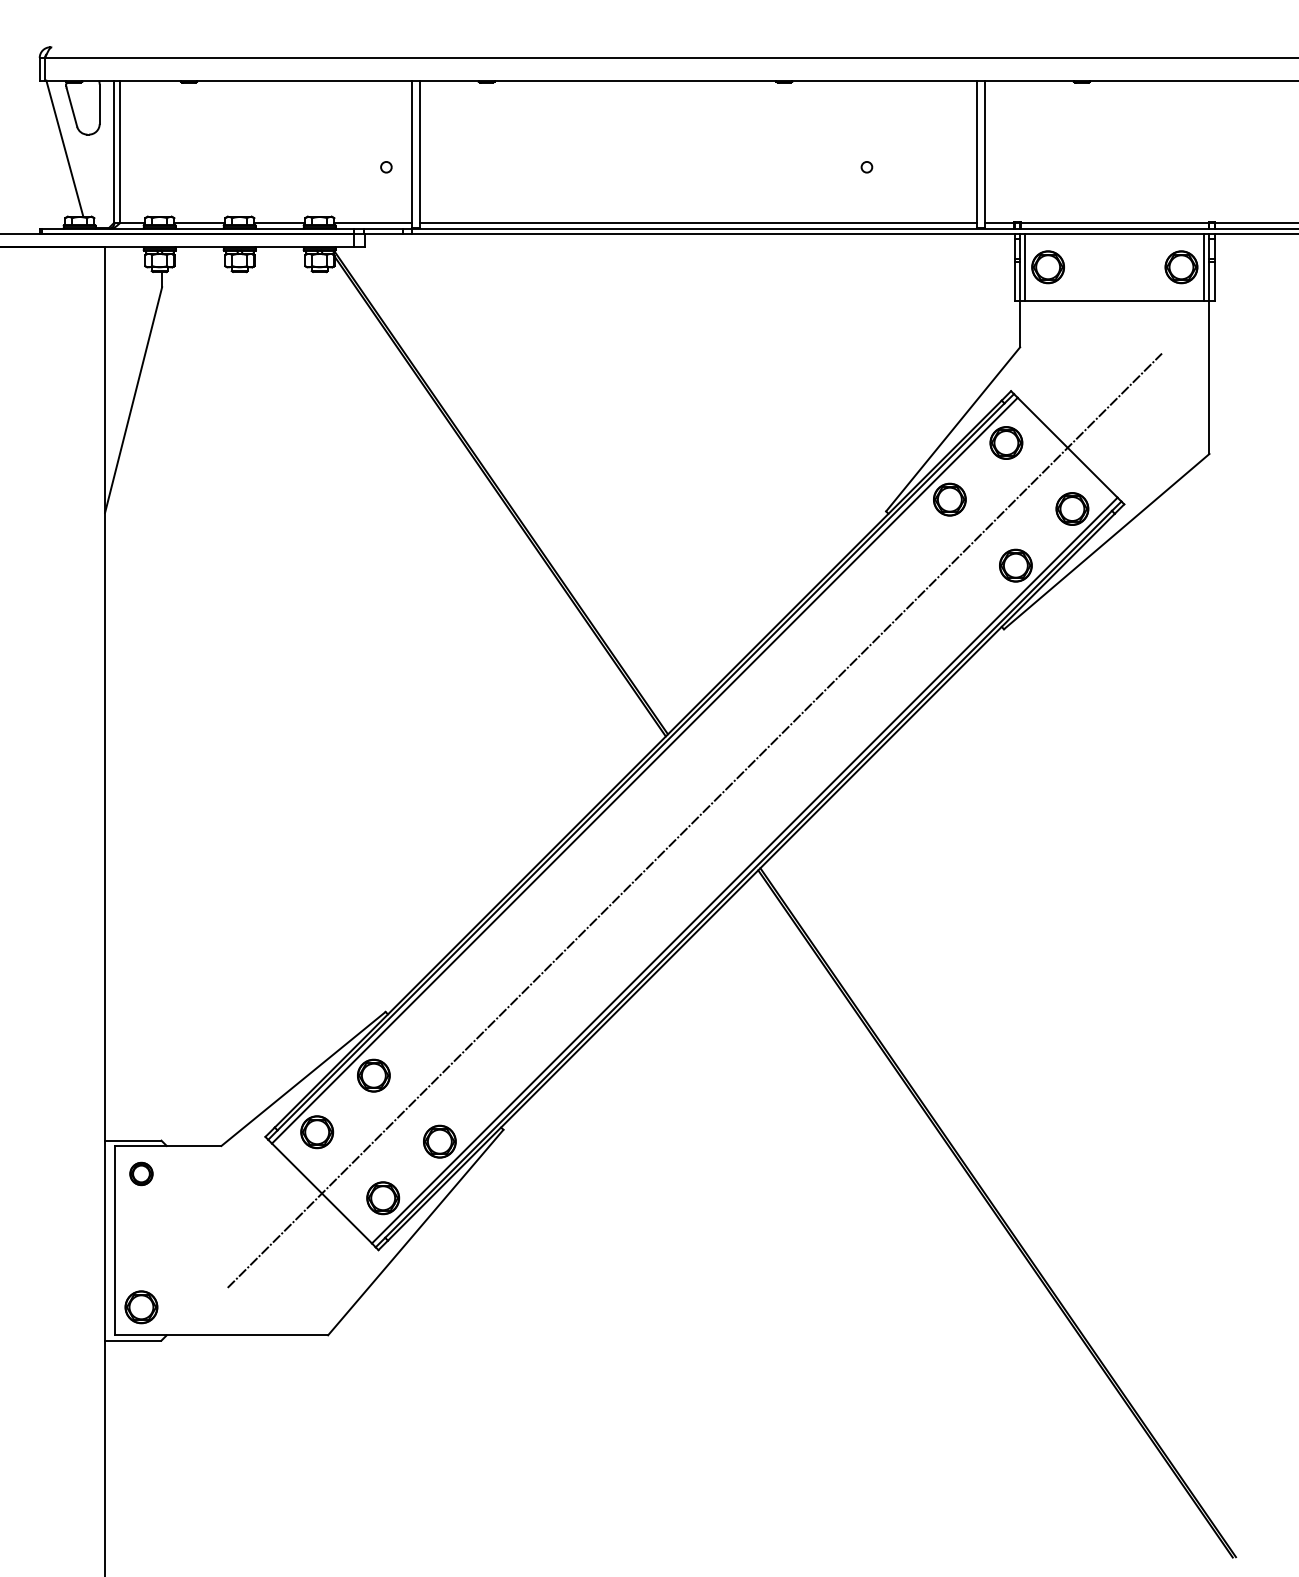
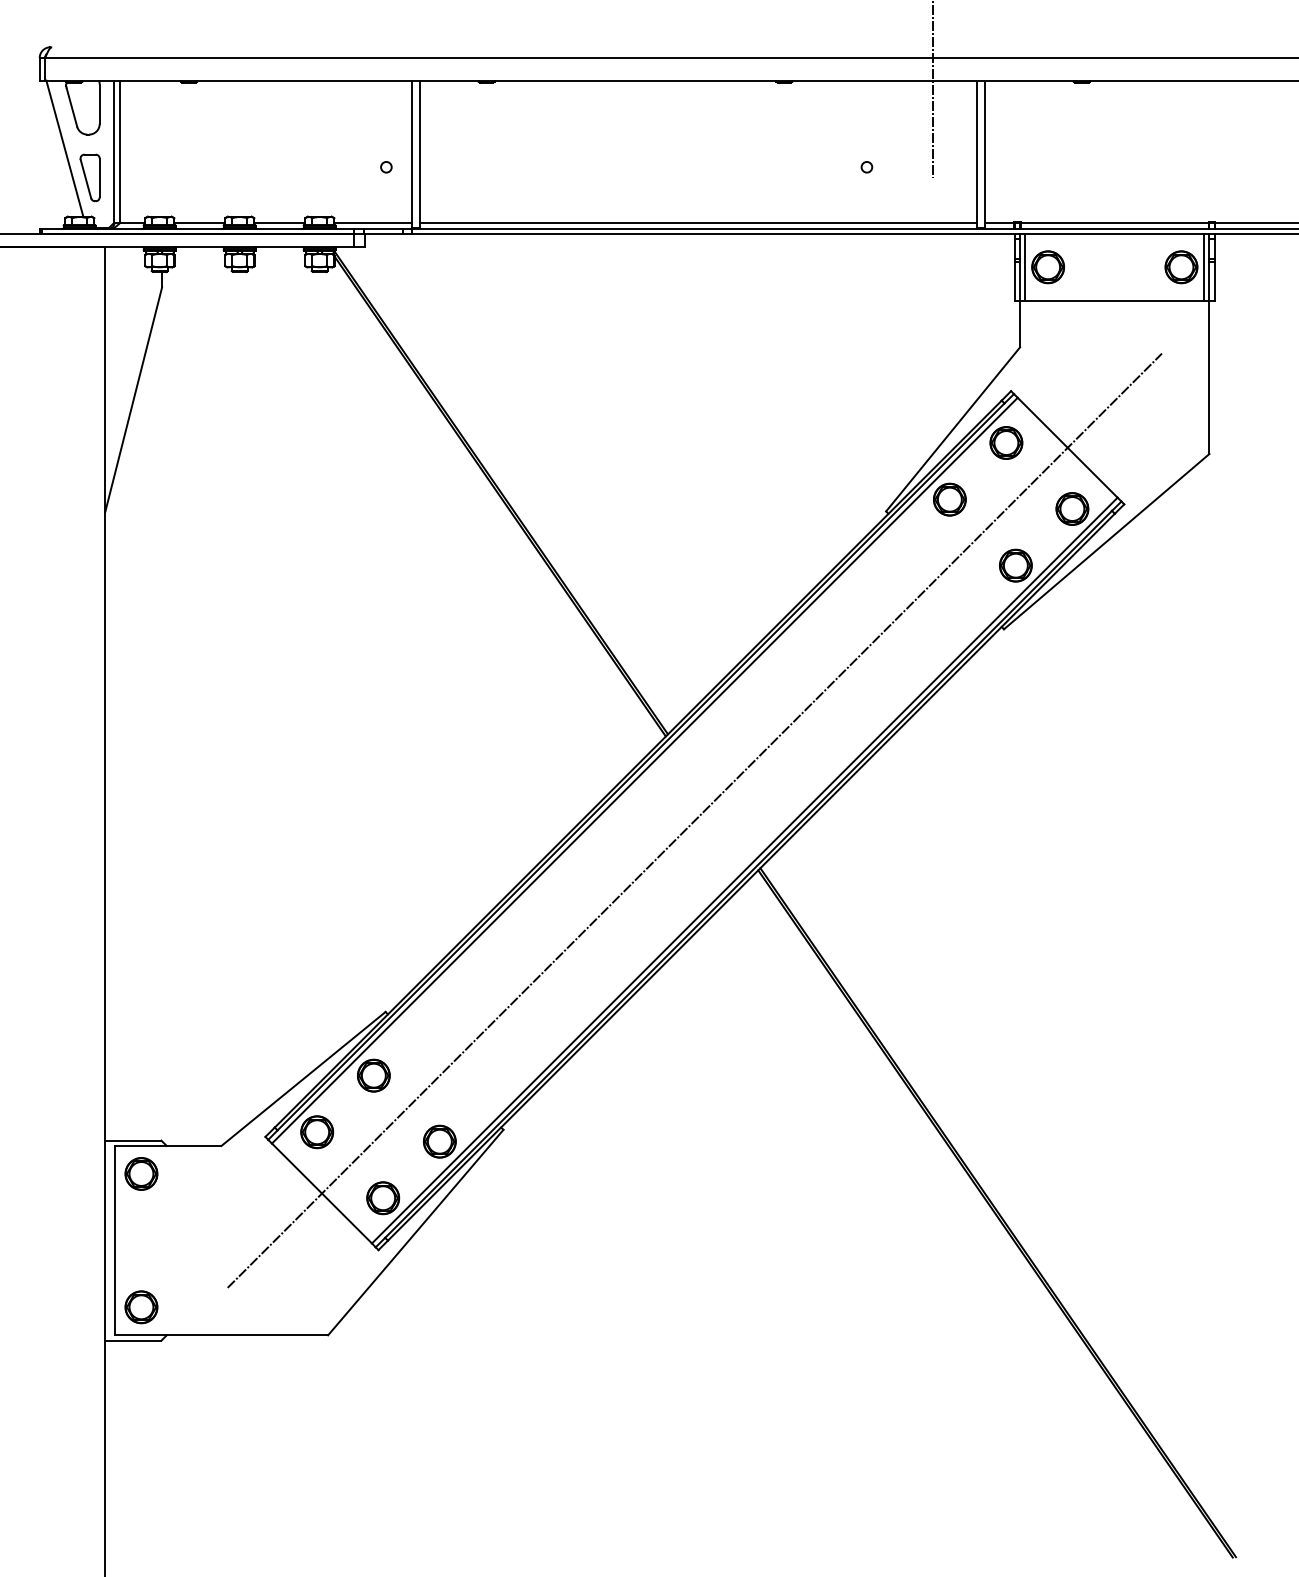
line at (933, 89): none -> present
part at (89, 177): none -> present
part at (141, 1173) size: 25x26 px -> 35x34 px
